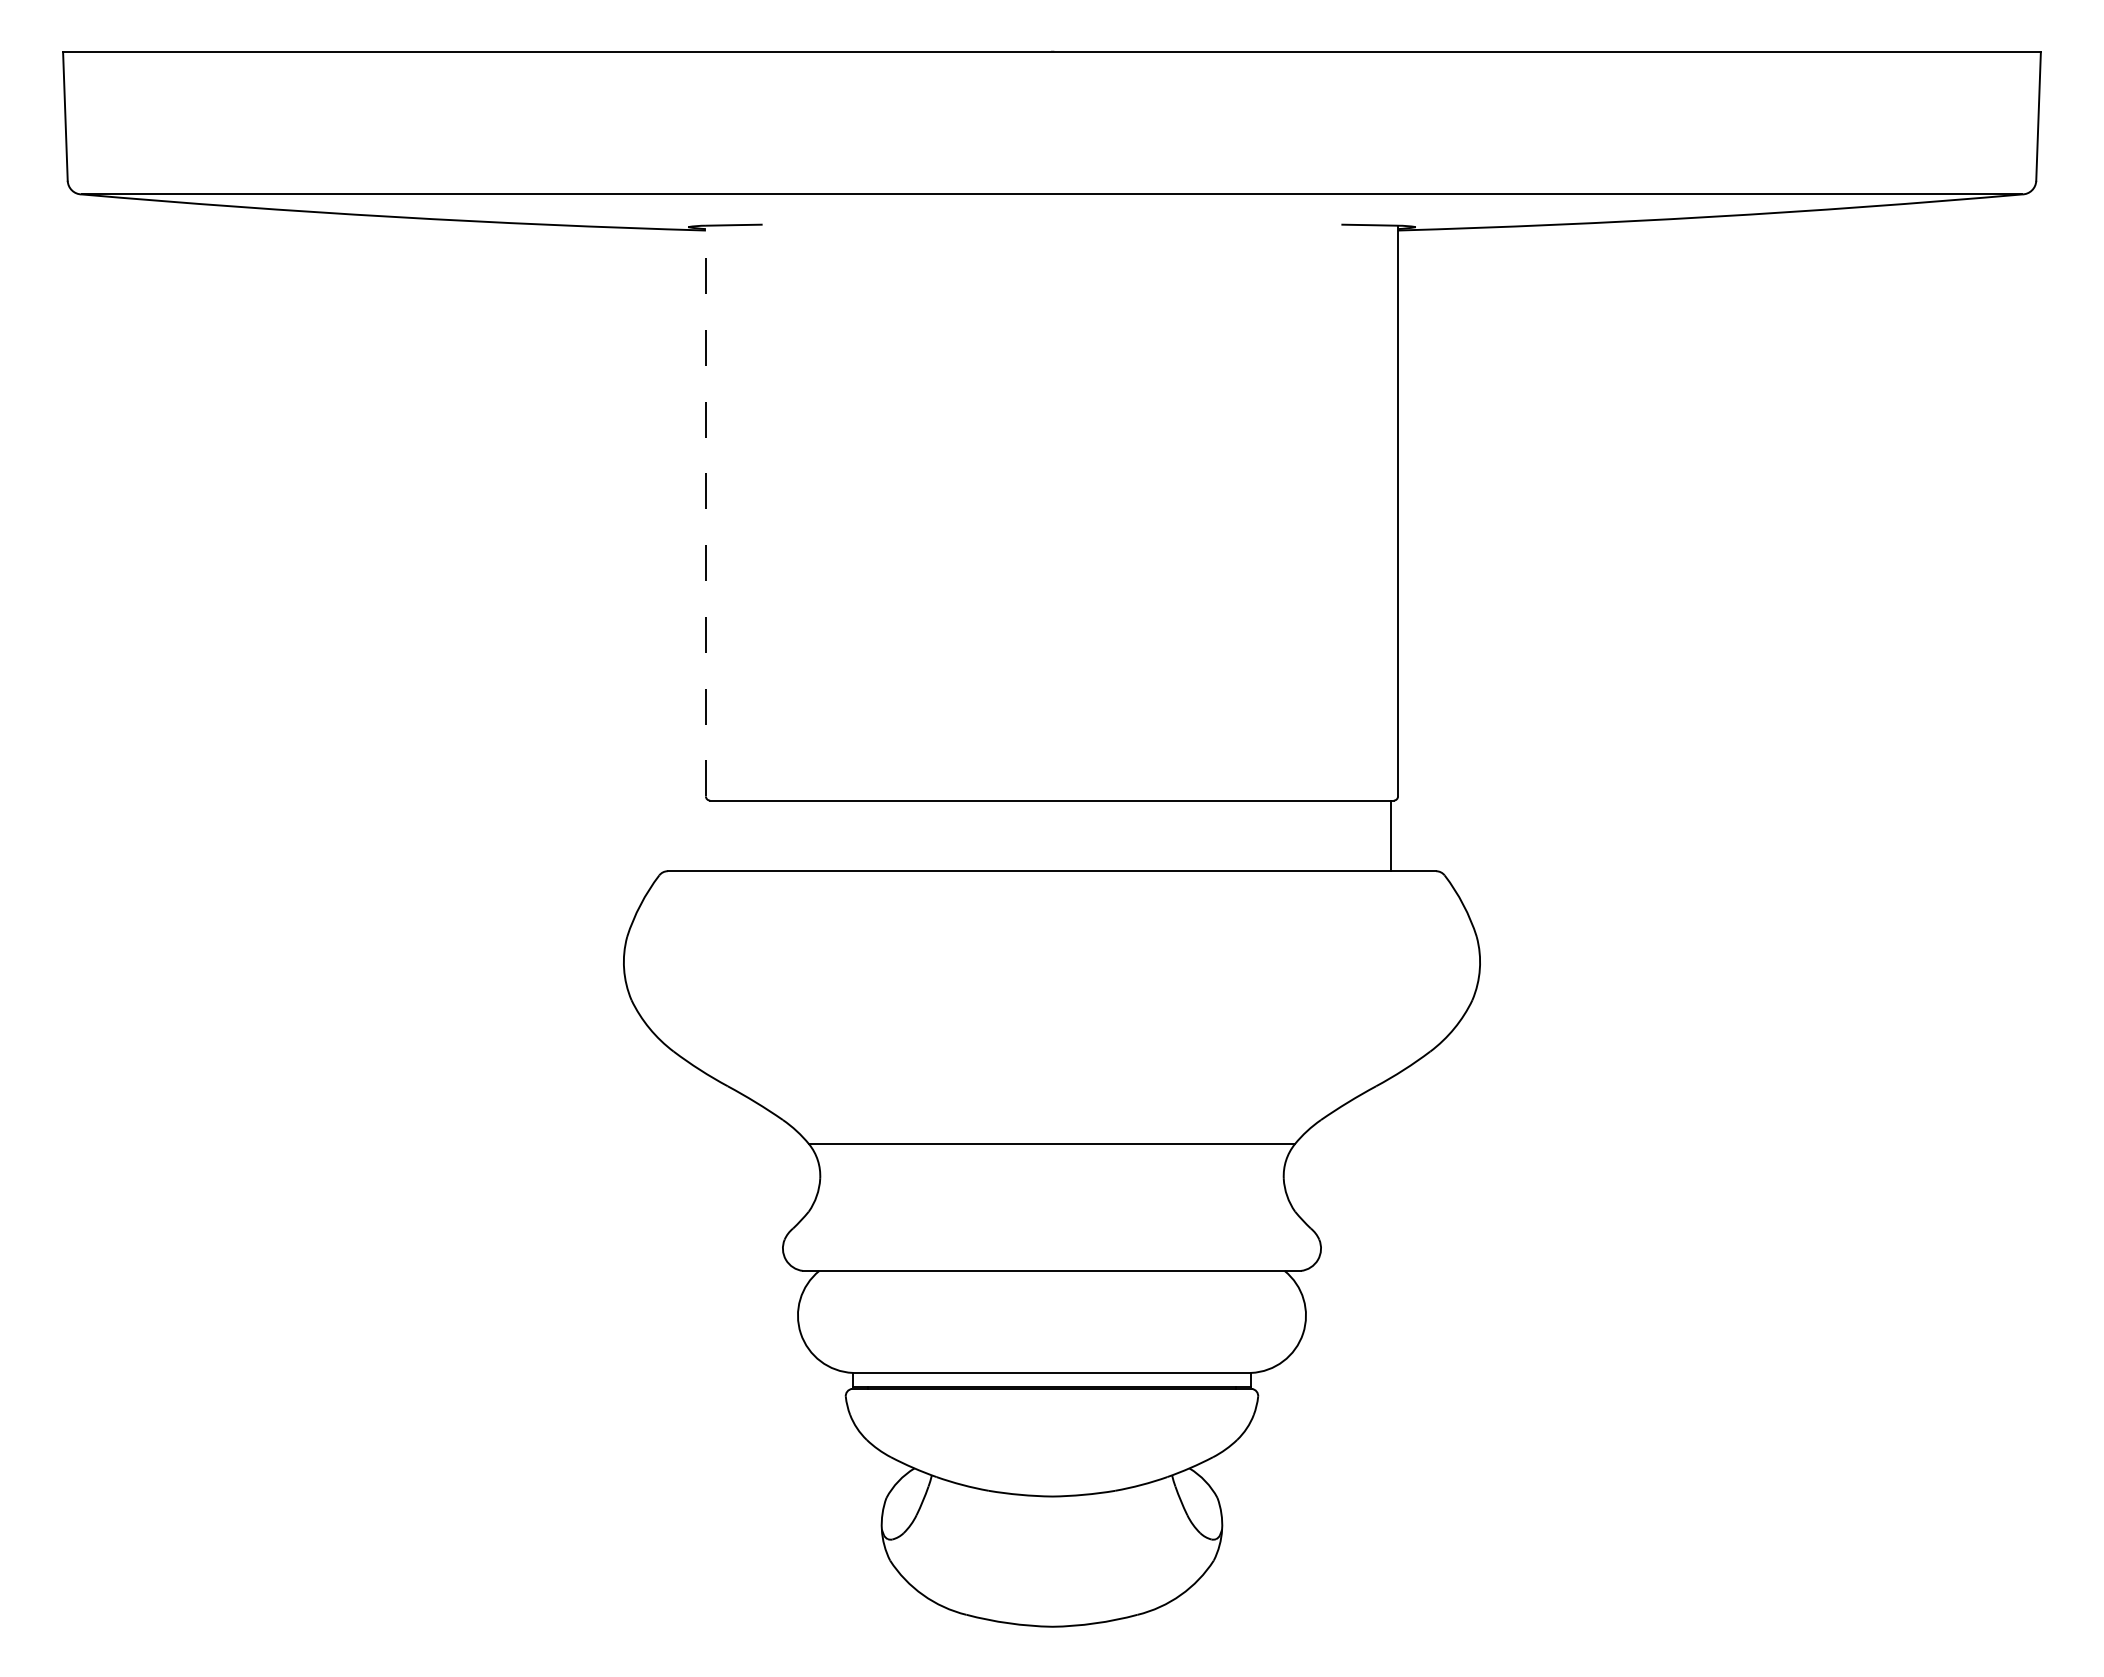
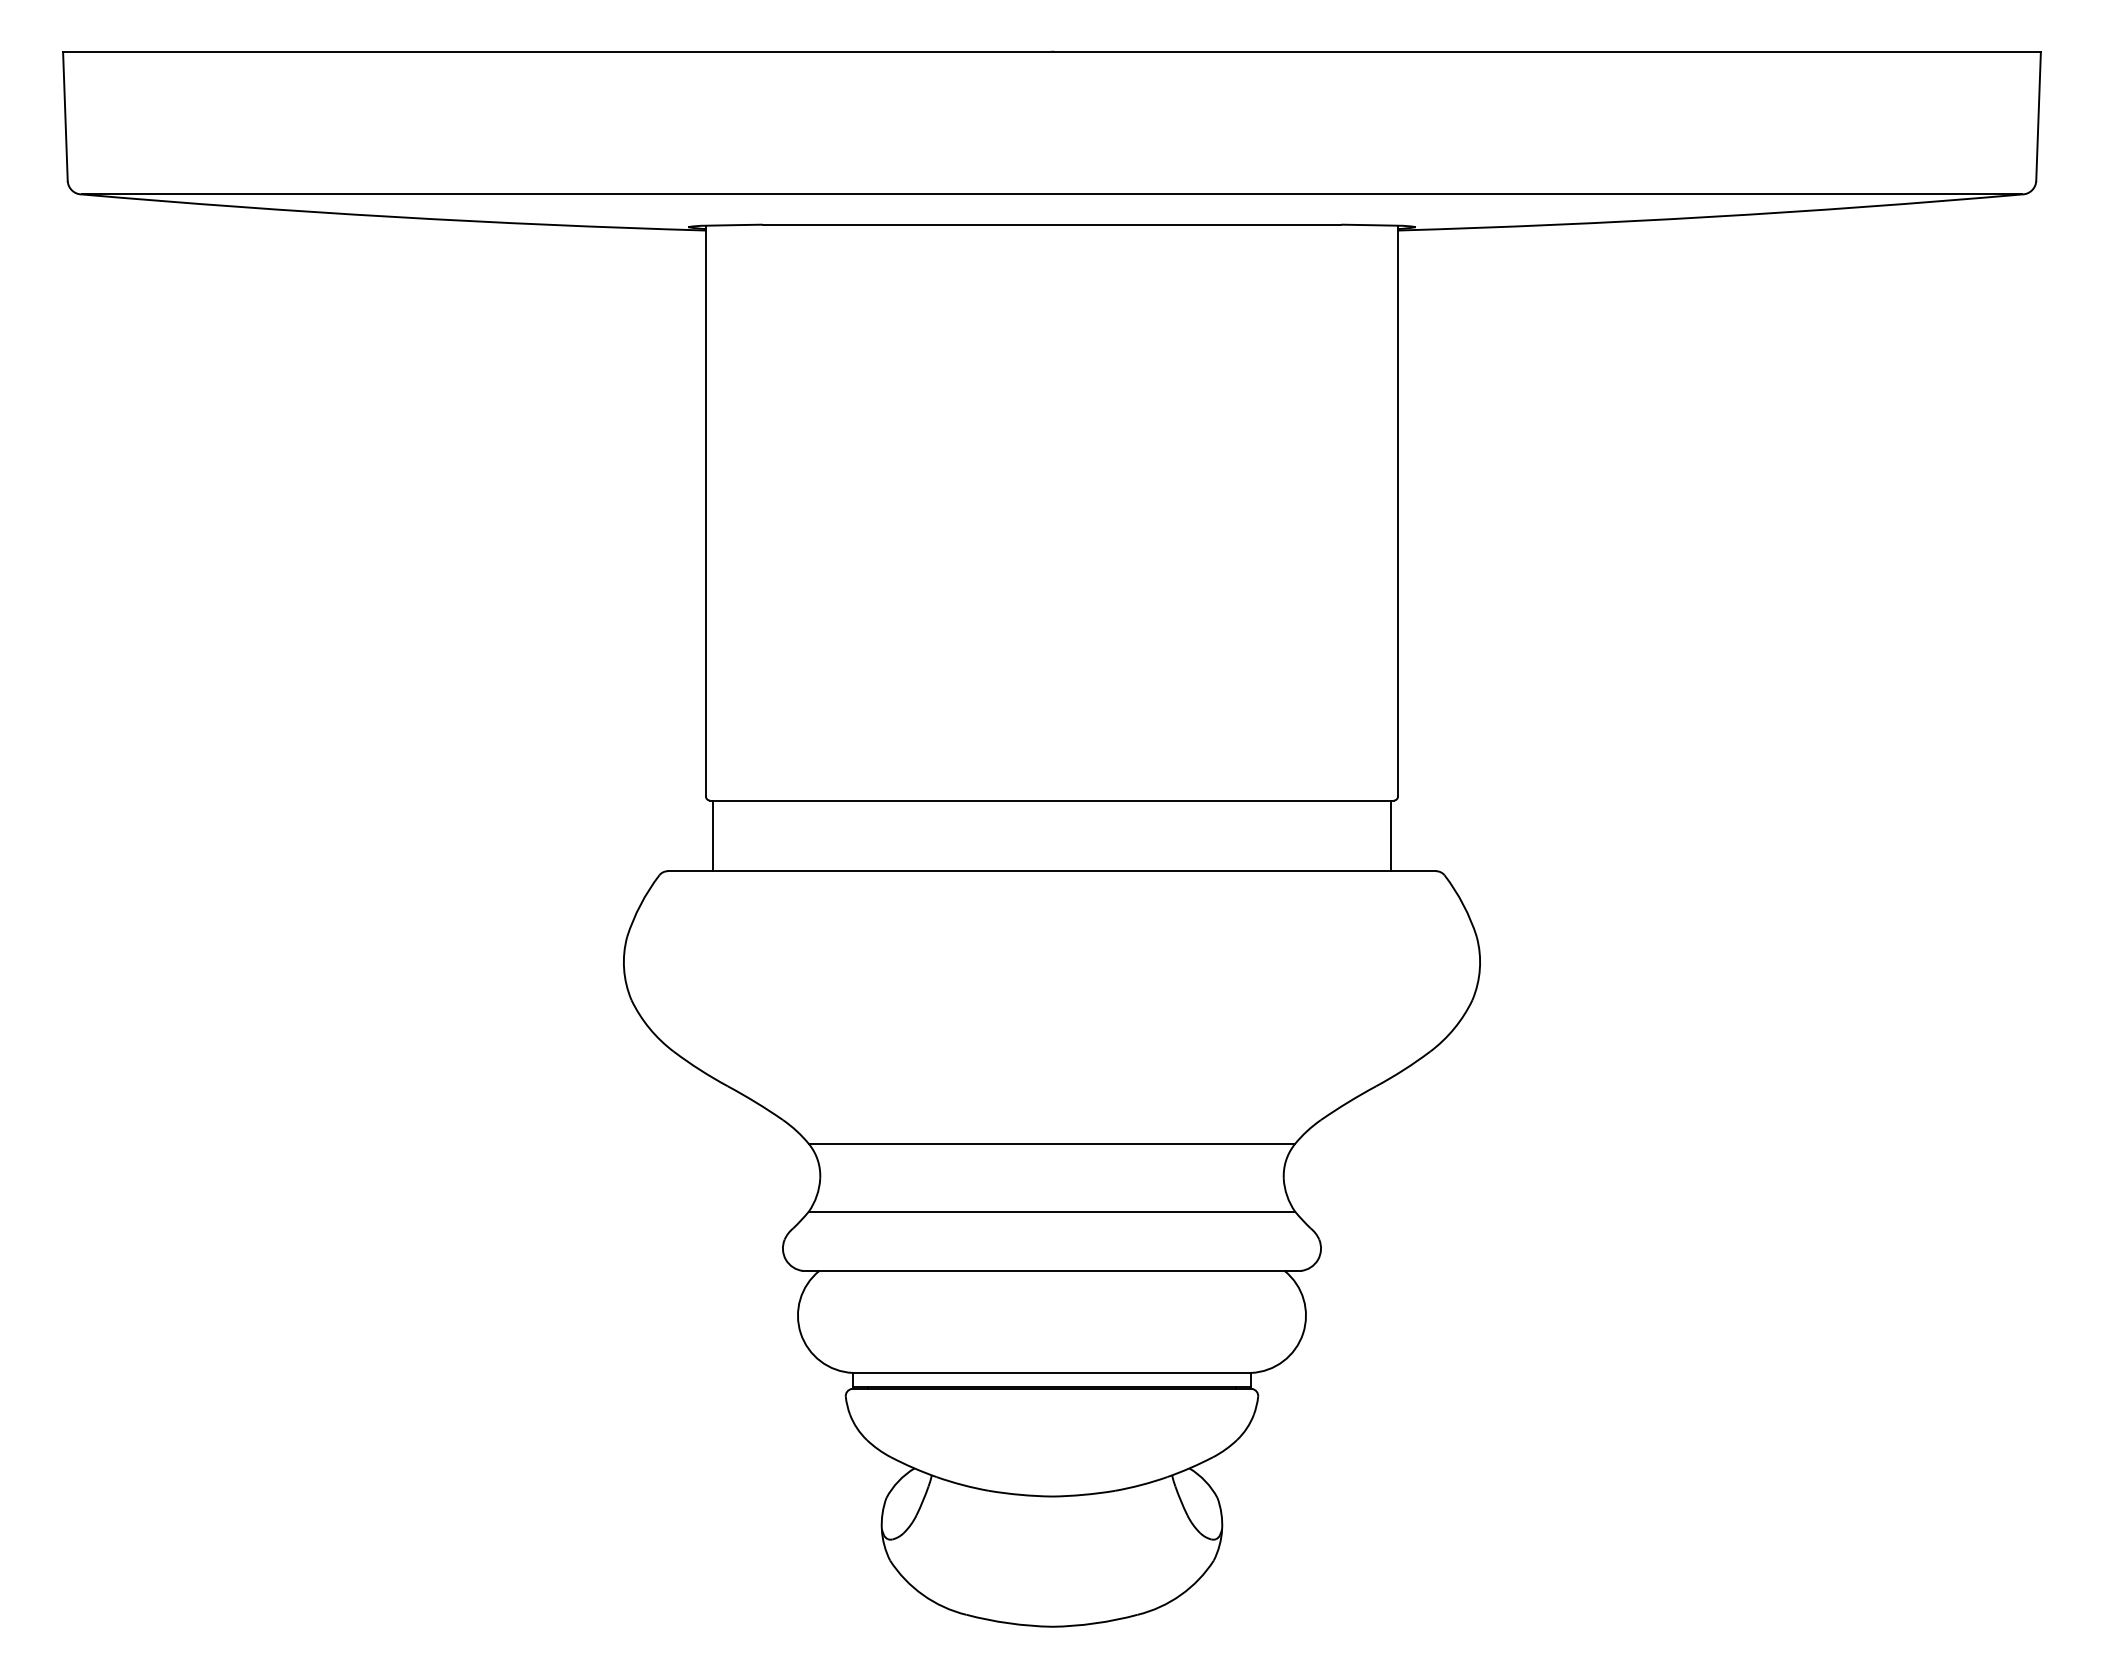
line at (1051, 224): none -> present
line at (705, 510): dashed -> solid
line at (712, 835): none -> present
line at (1051, 1211): none -> present
